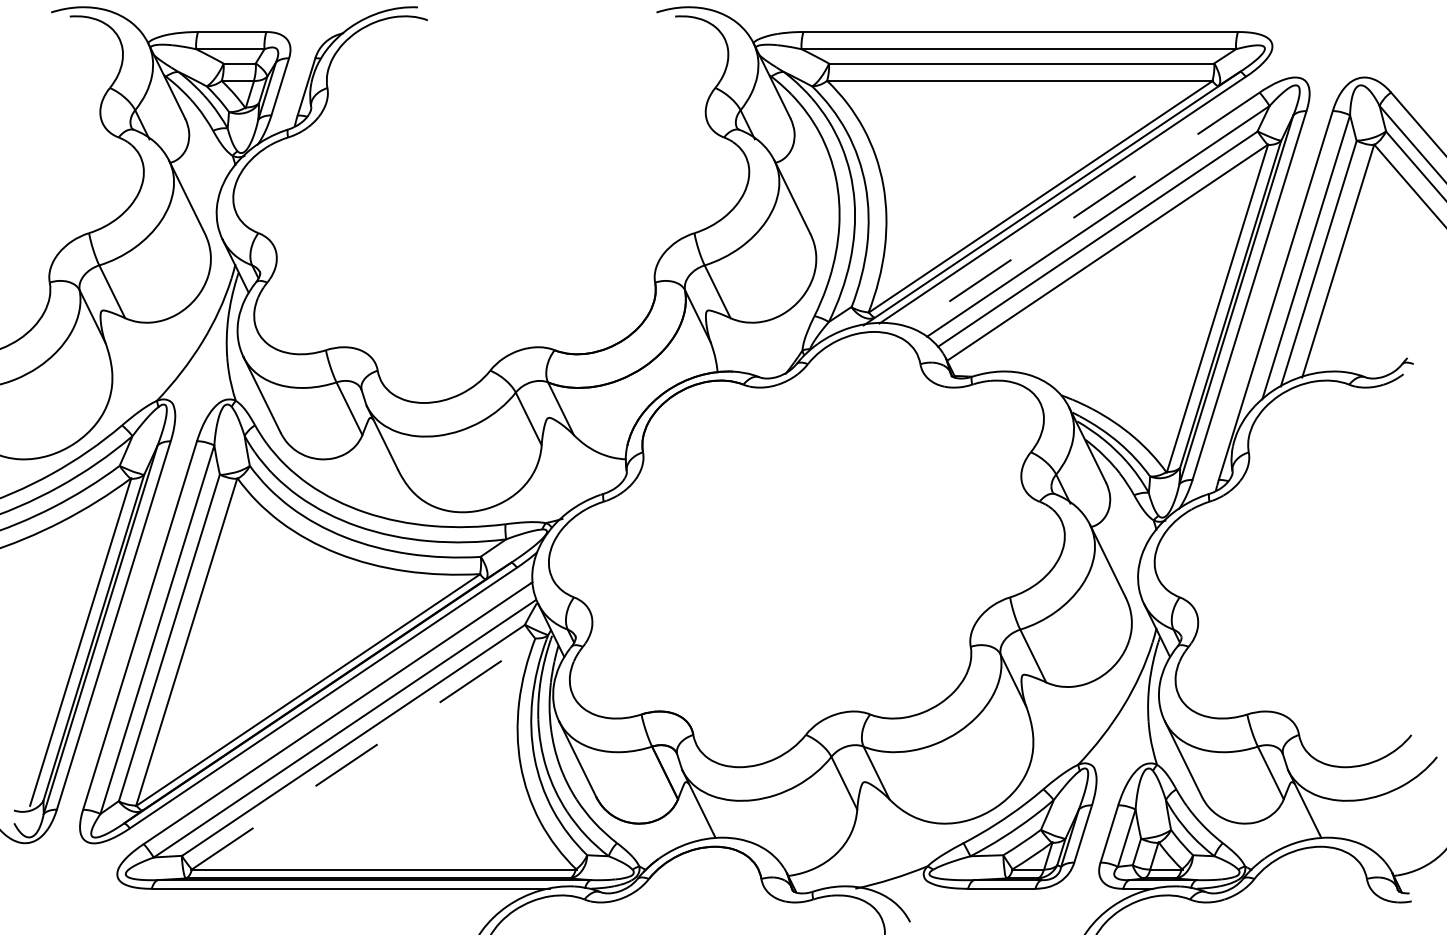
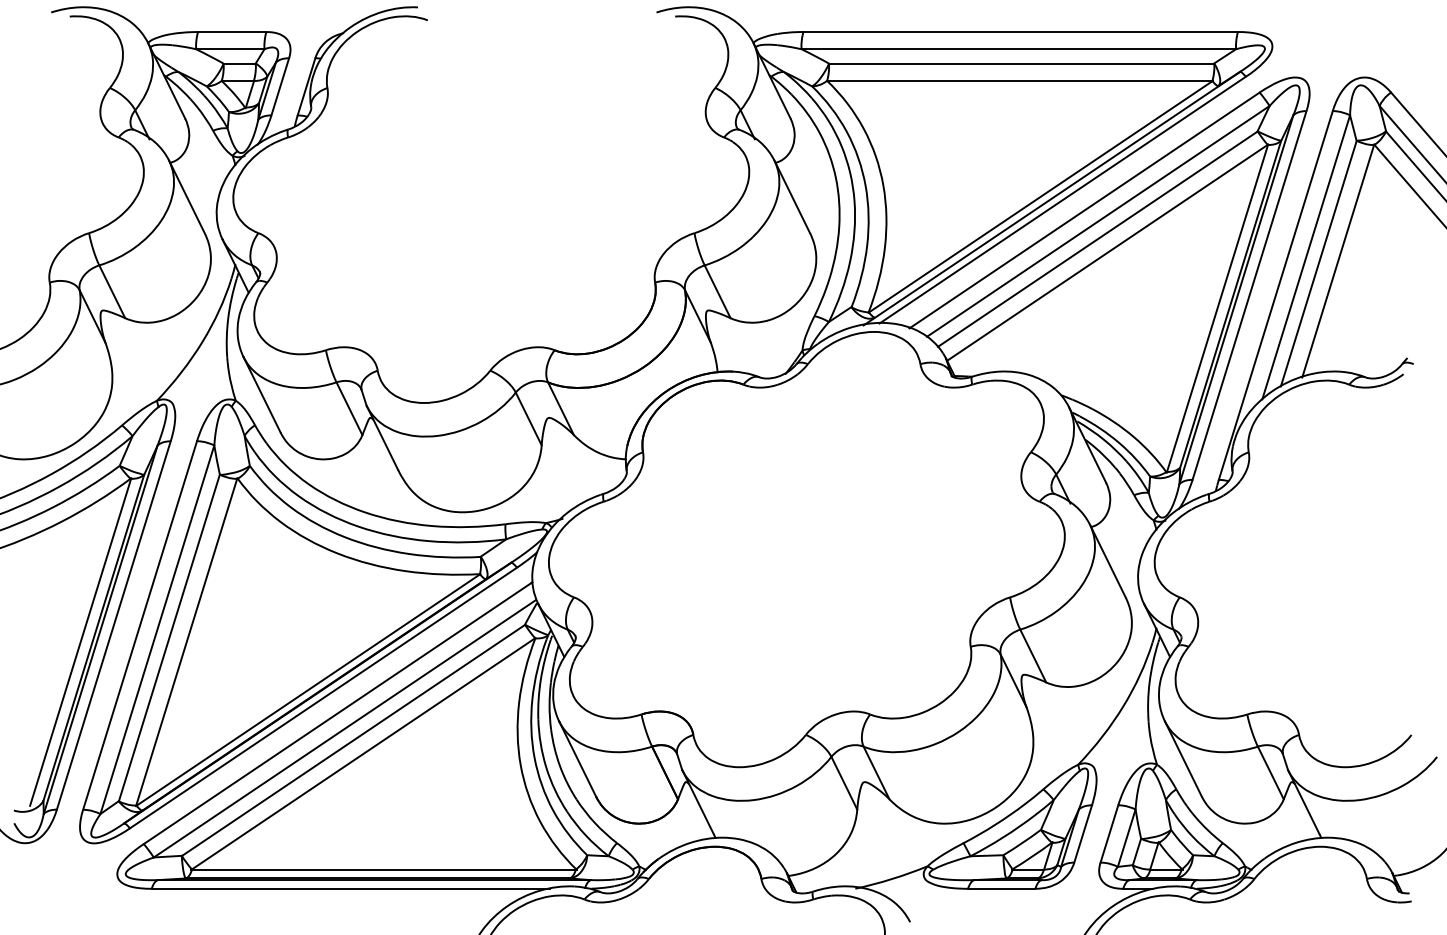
line at (1084, 210): dashed -> solid
line at (363, 753): dashed -> solid
